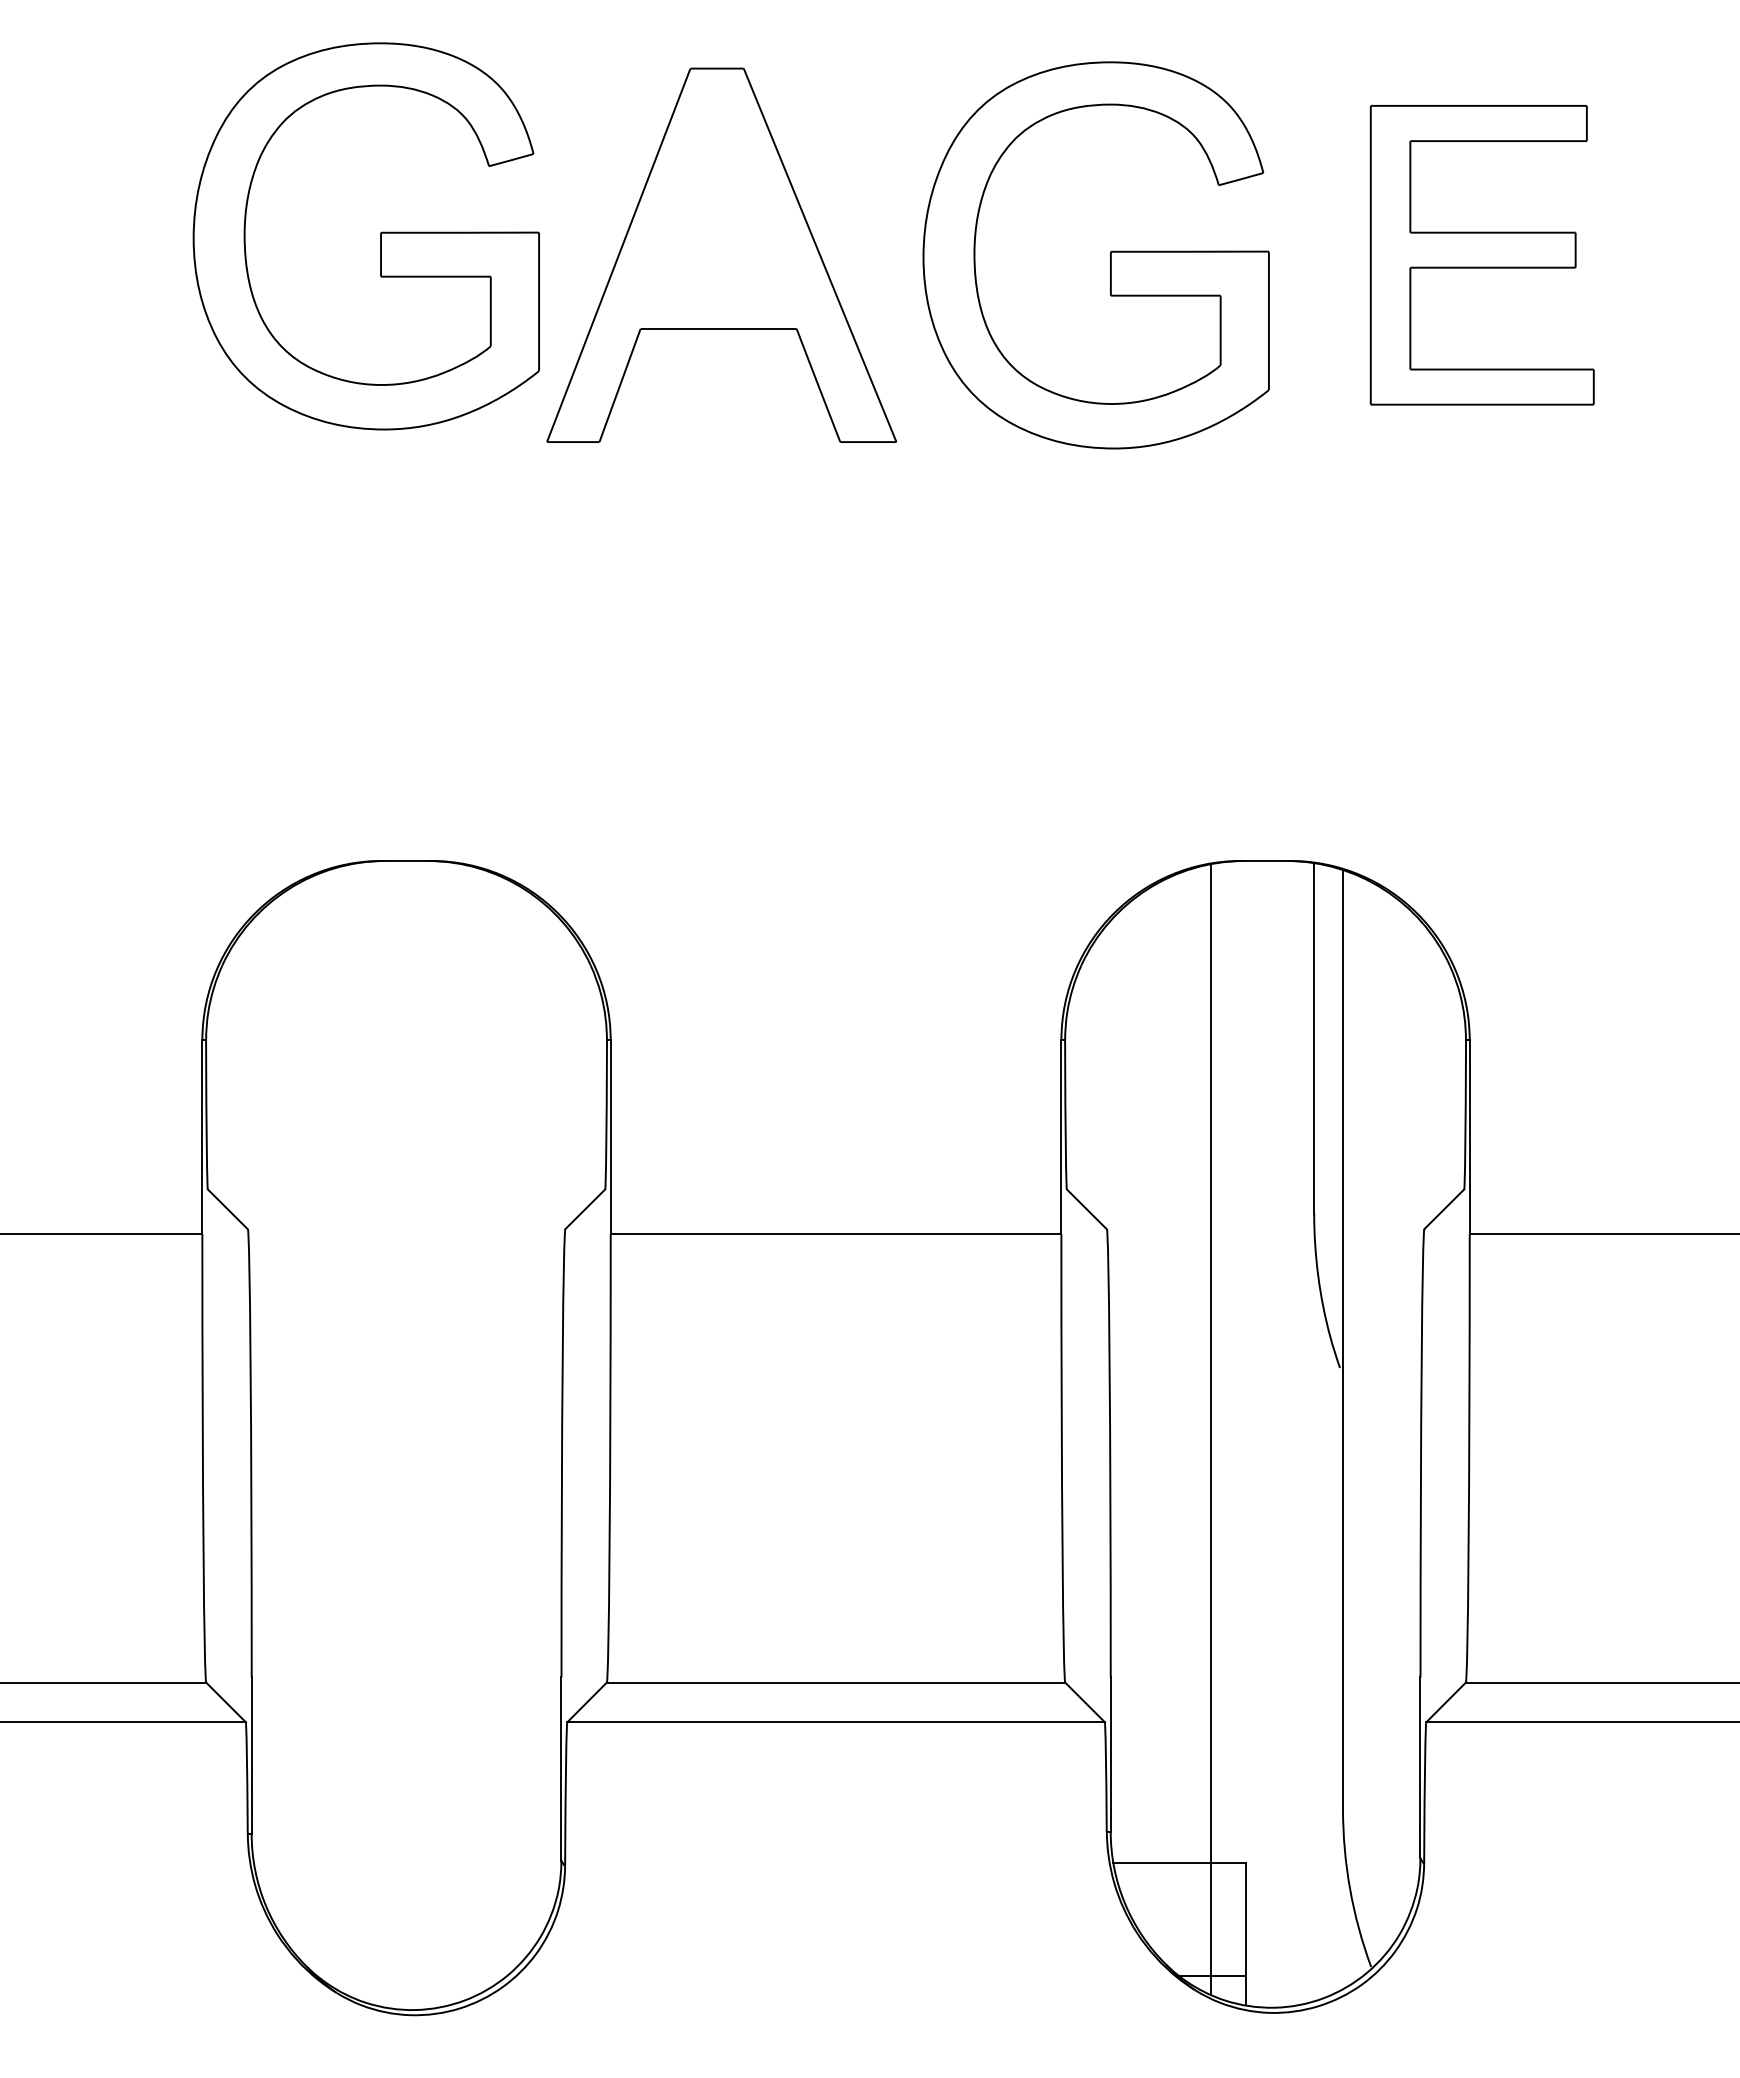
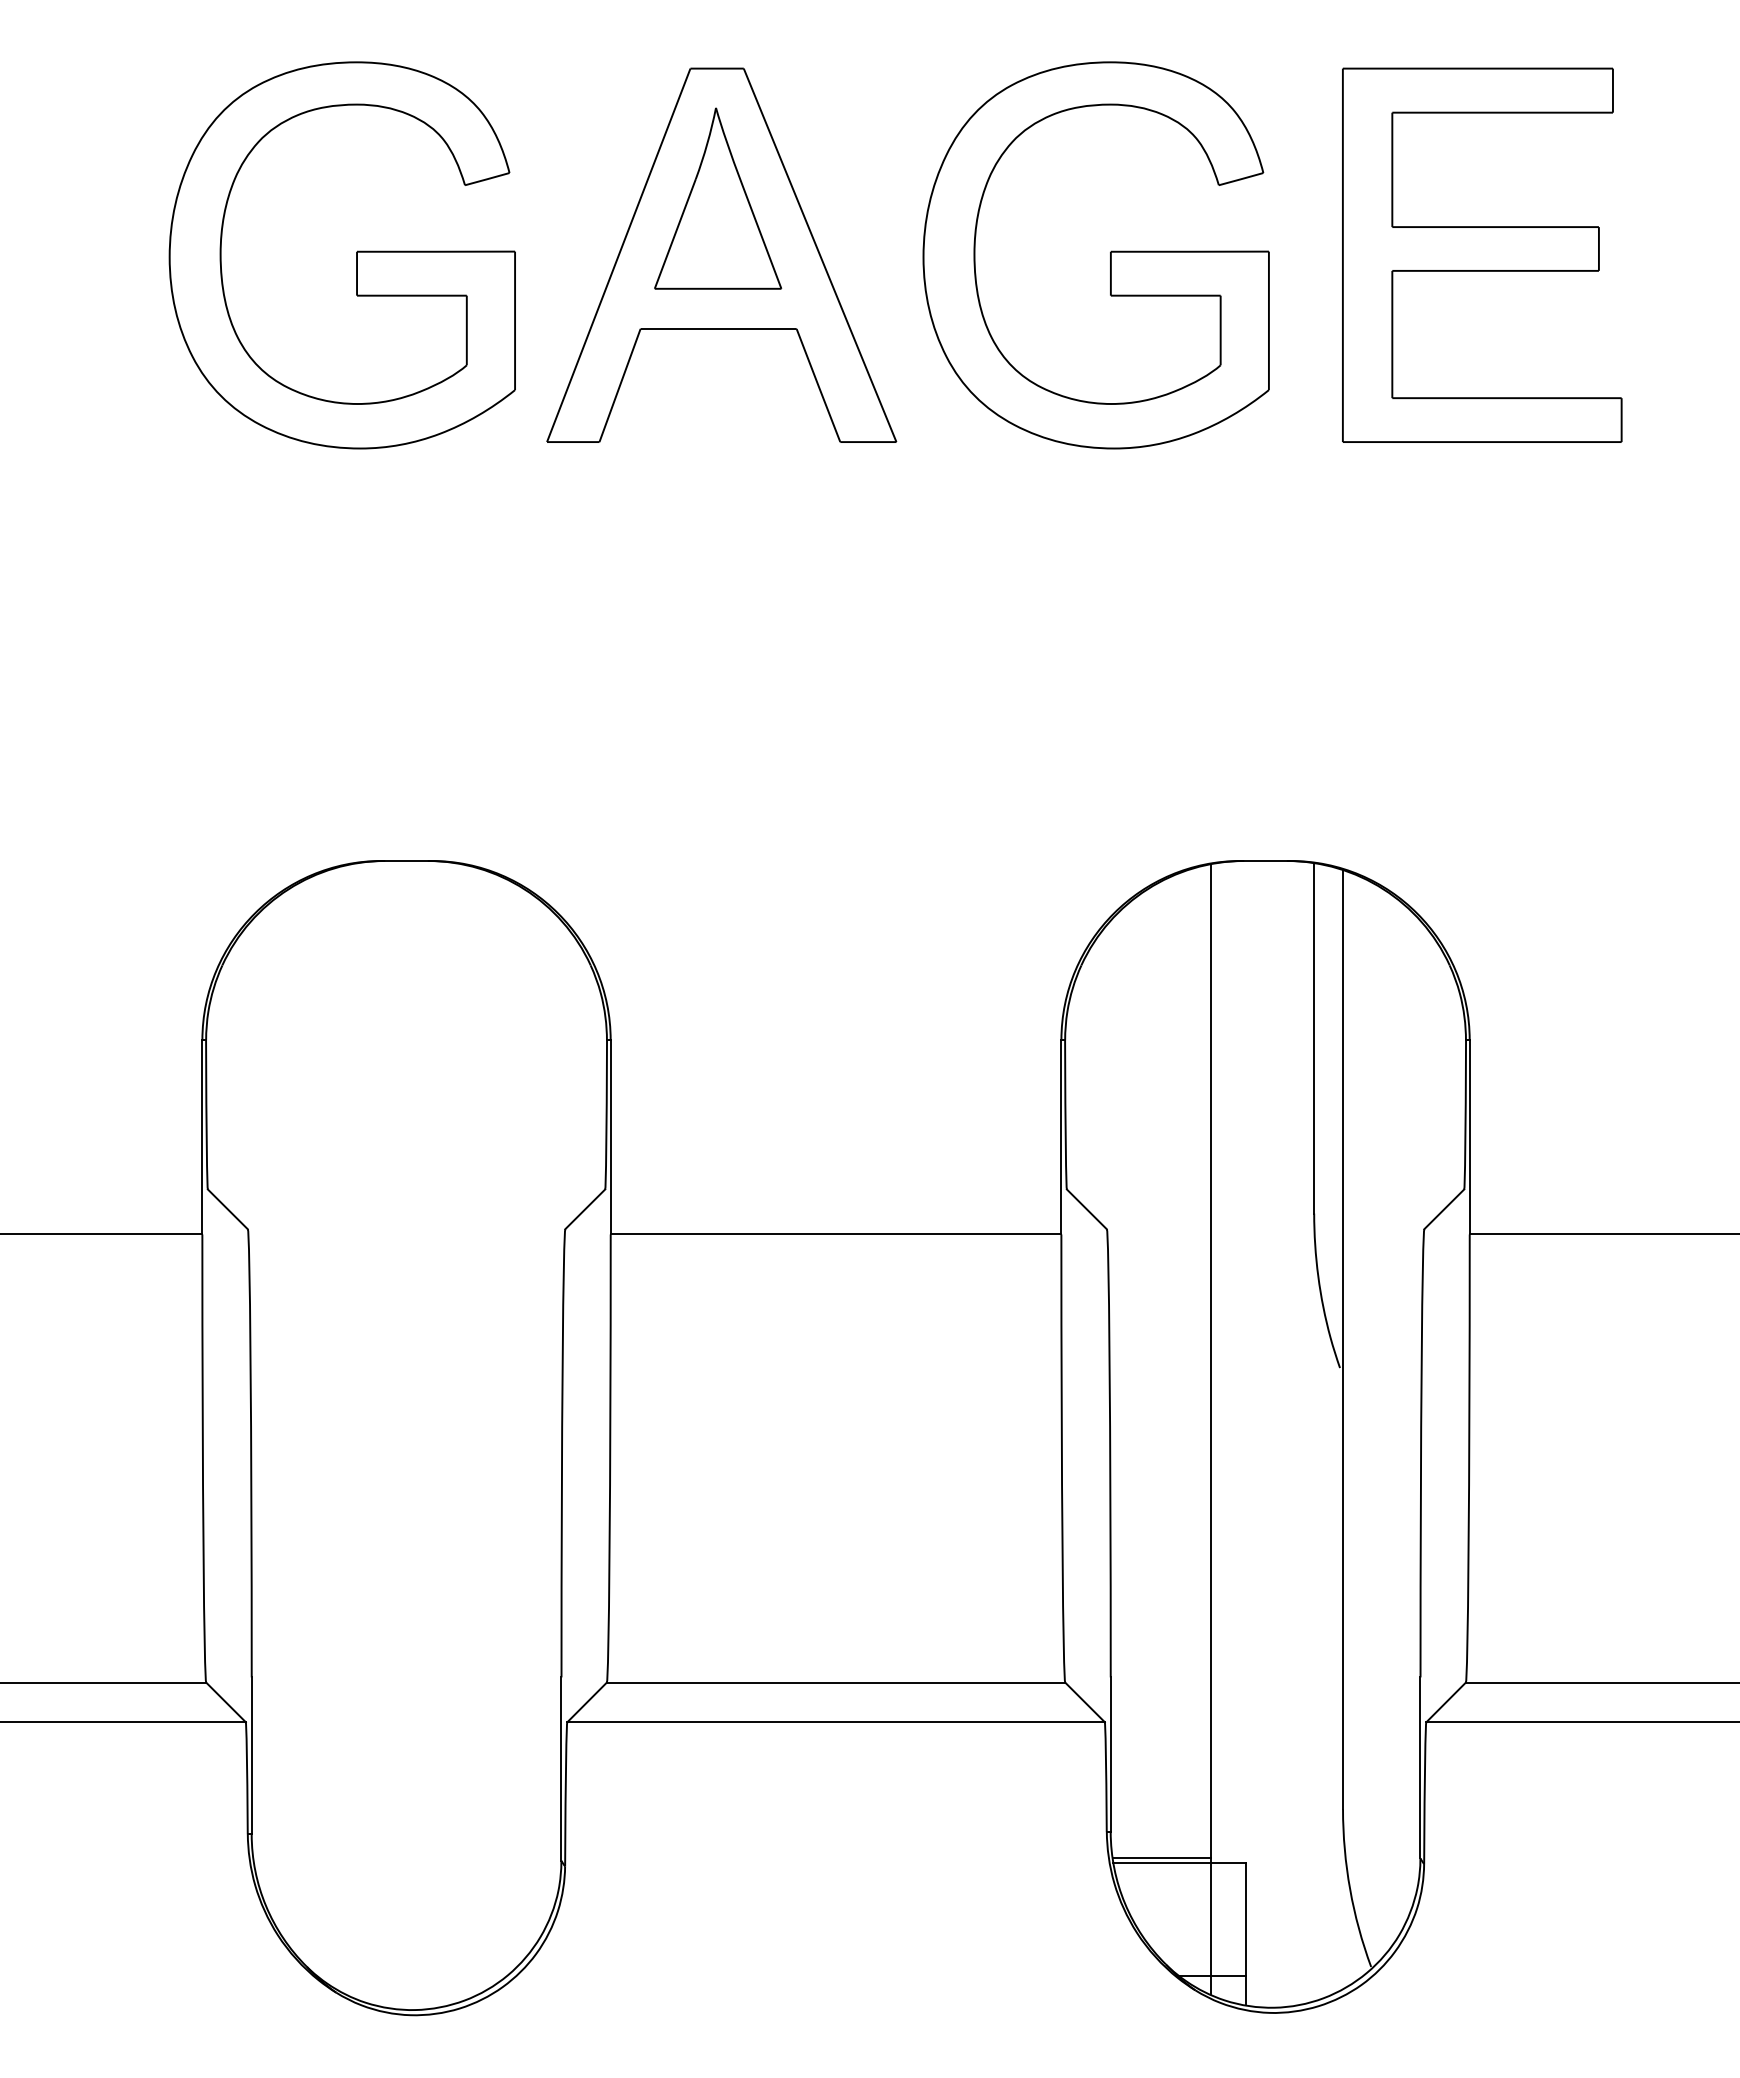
part at (718, 198): none -> present
part at (380, 236) position: (380, 236) -> (356, 255)
part at (1481, 255) size: 226x301 px -> 281x376 px
line at (1161, 1857): none -> present
